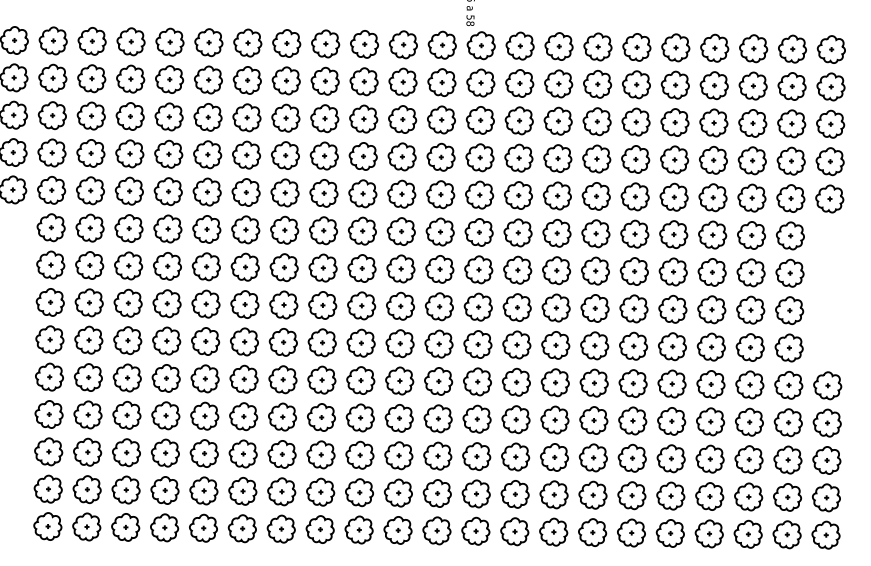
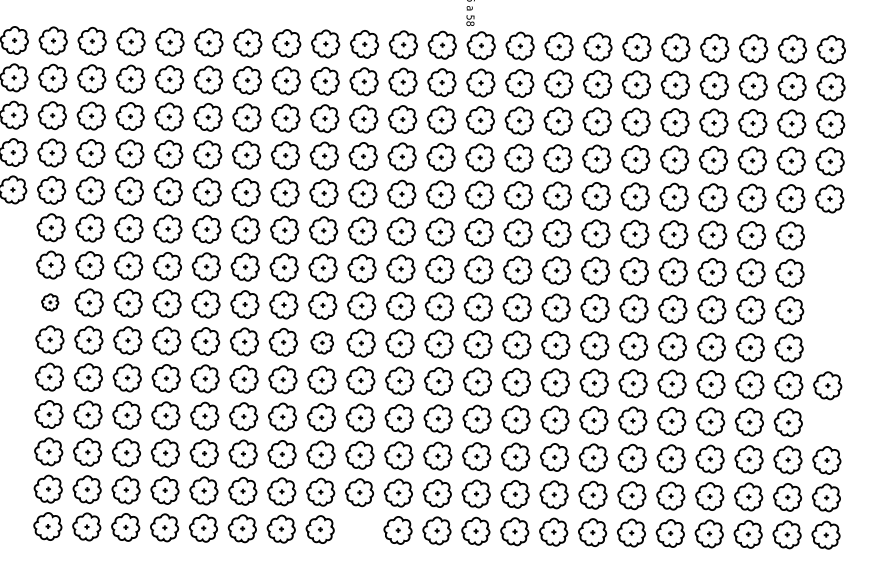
part at (49, 302) size: 30x29 px -> 19x19 px
part at (321, 342) size: 30x30 px -> 24x24 px
part at (826, 422): present -> none
part at (358, 529): present -> none
